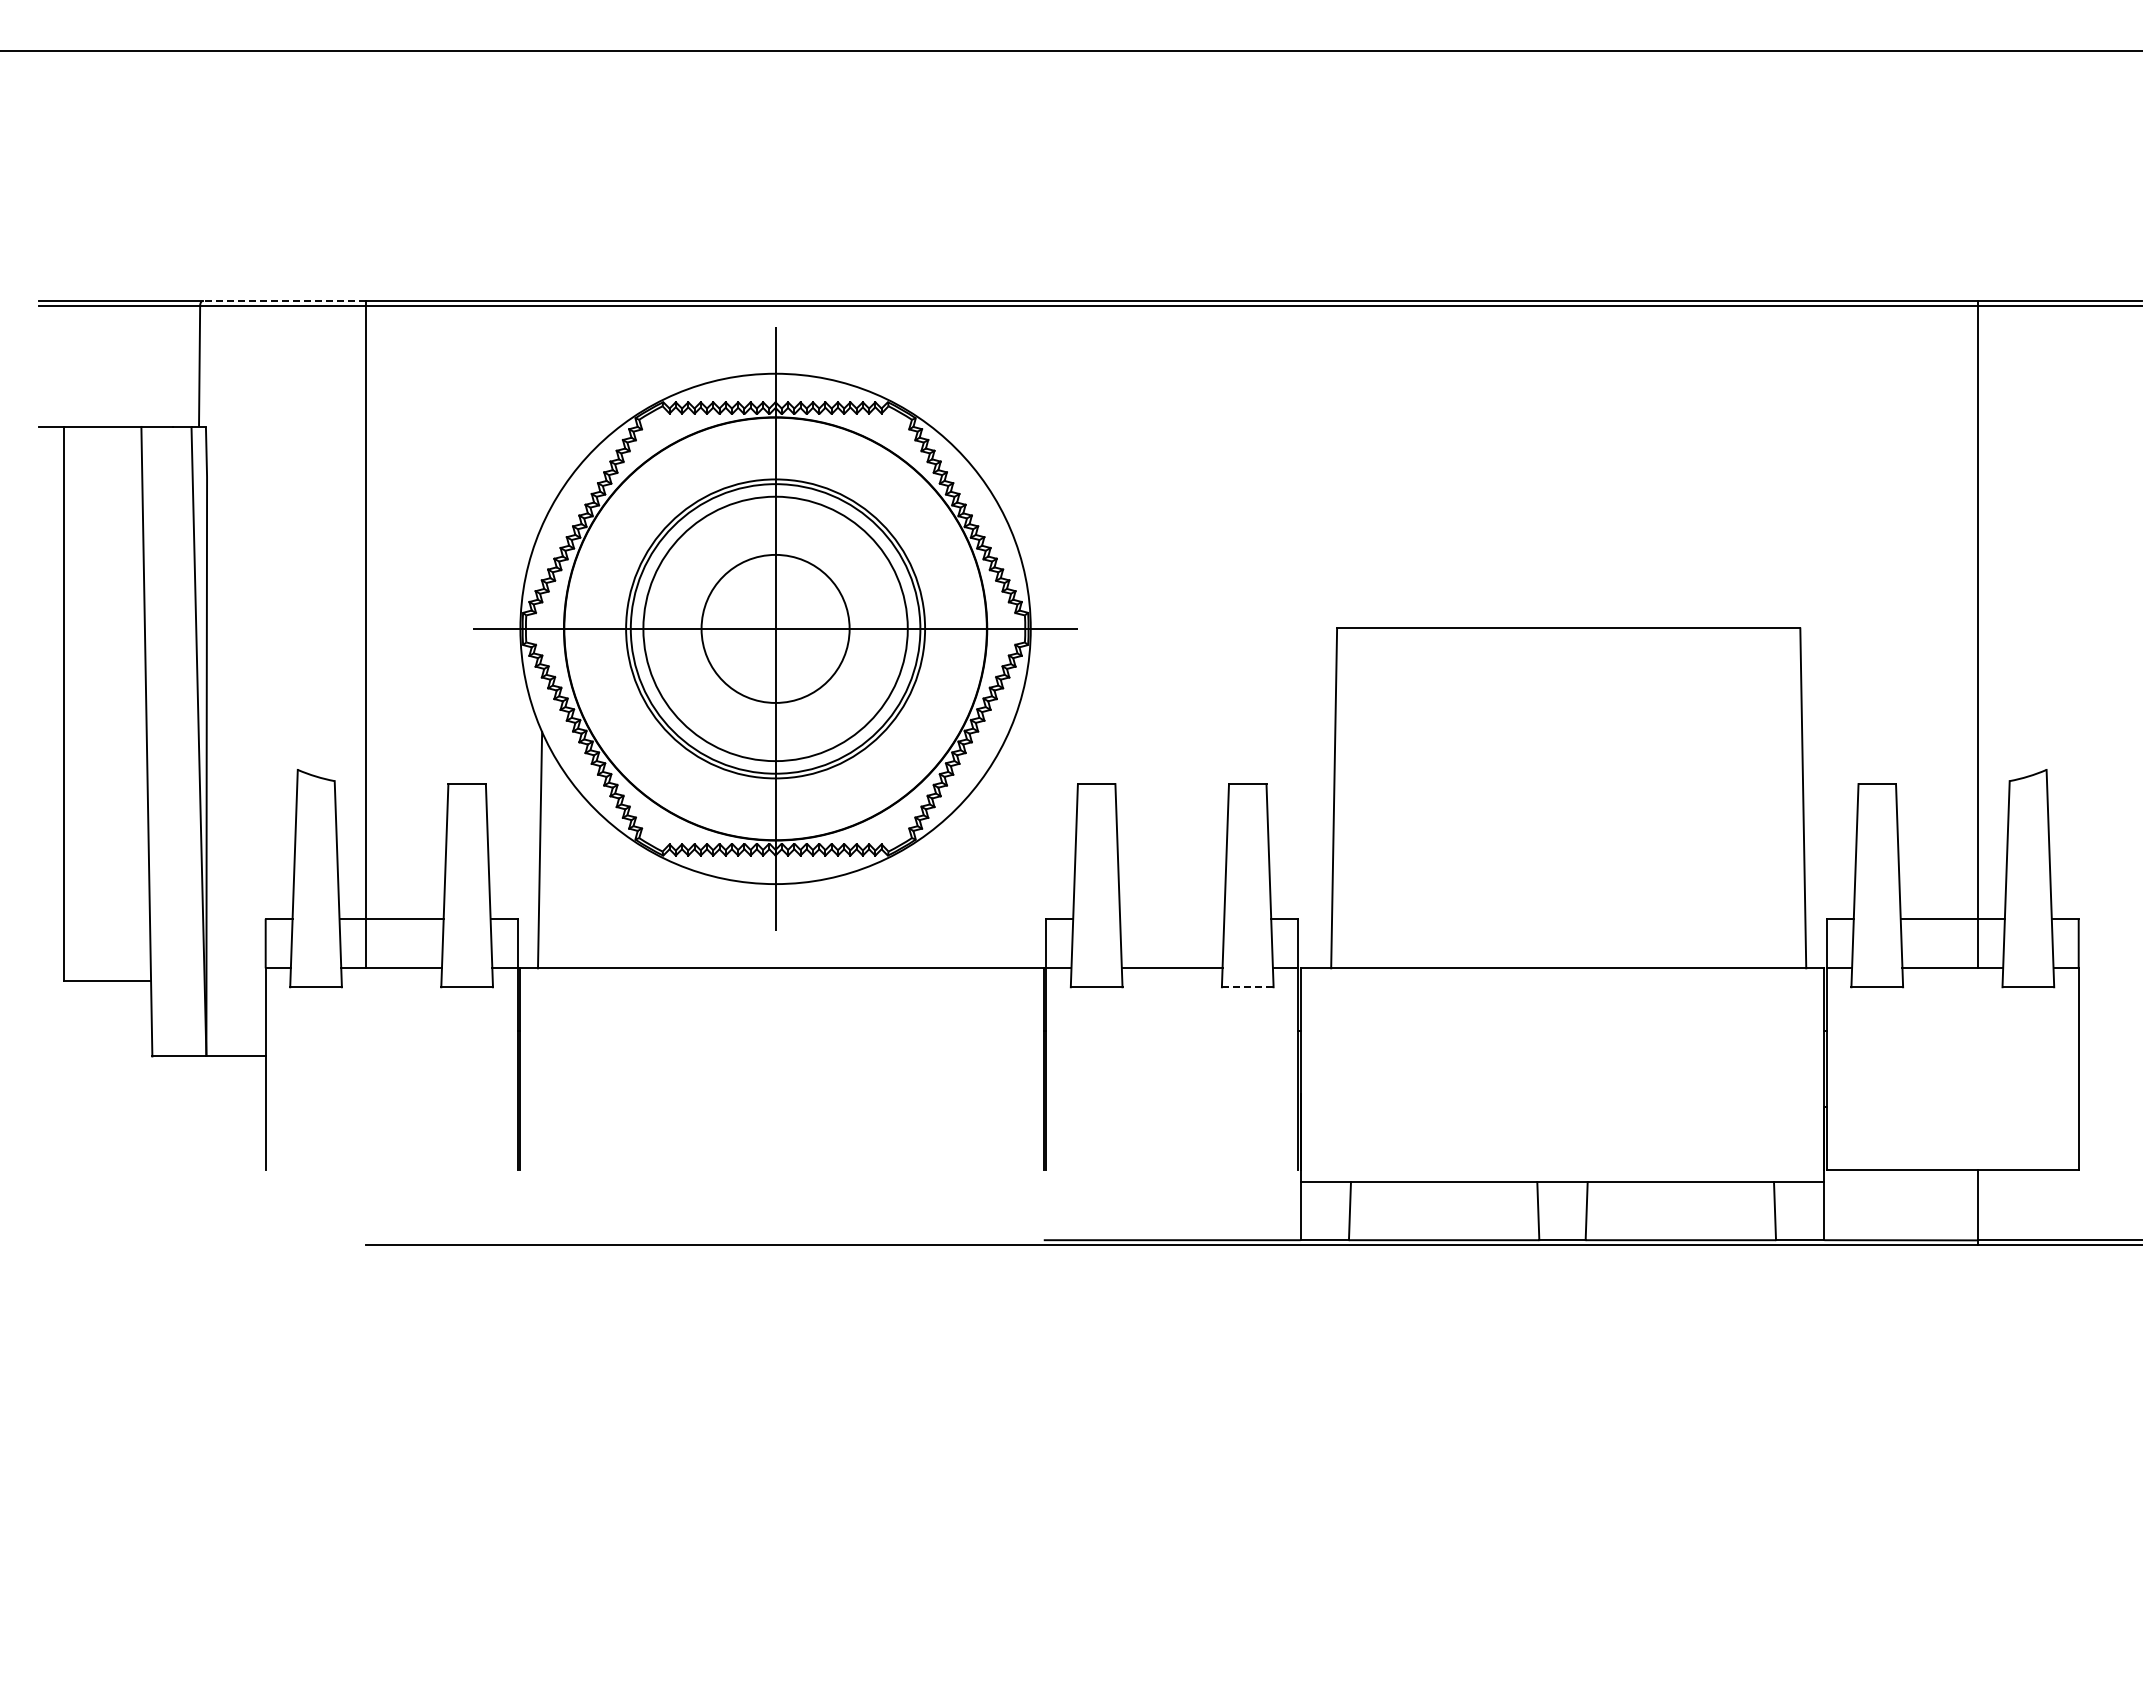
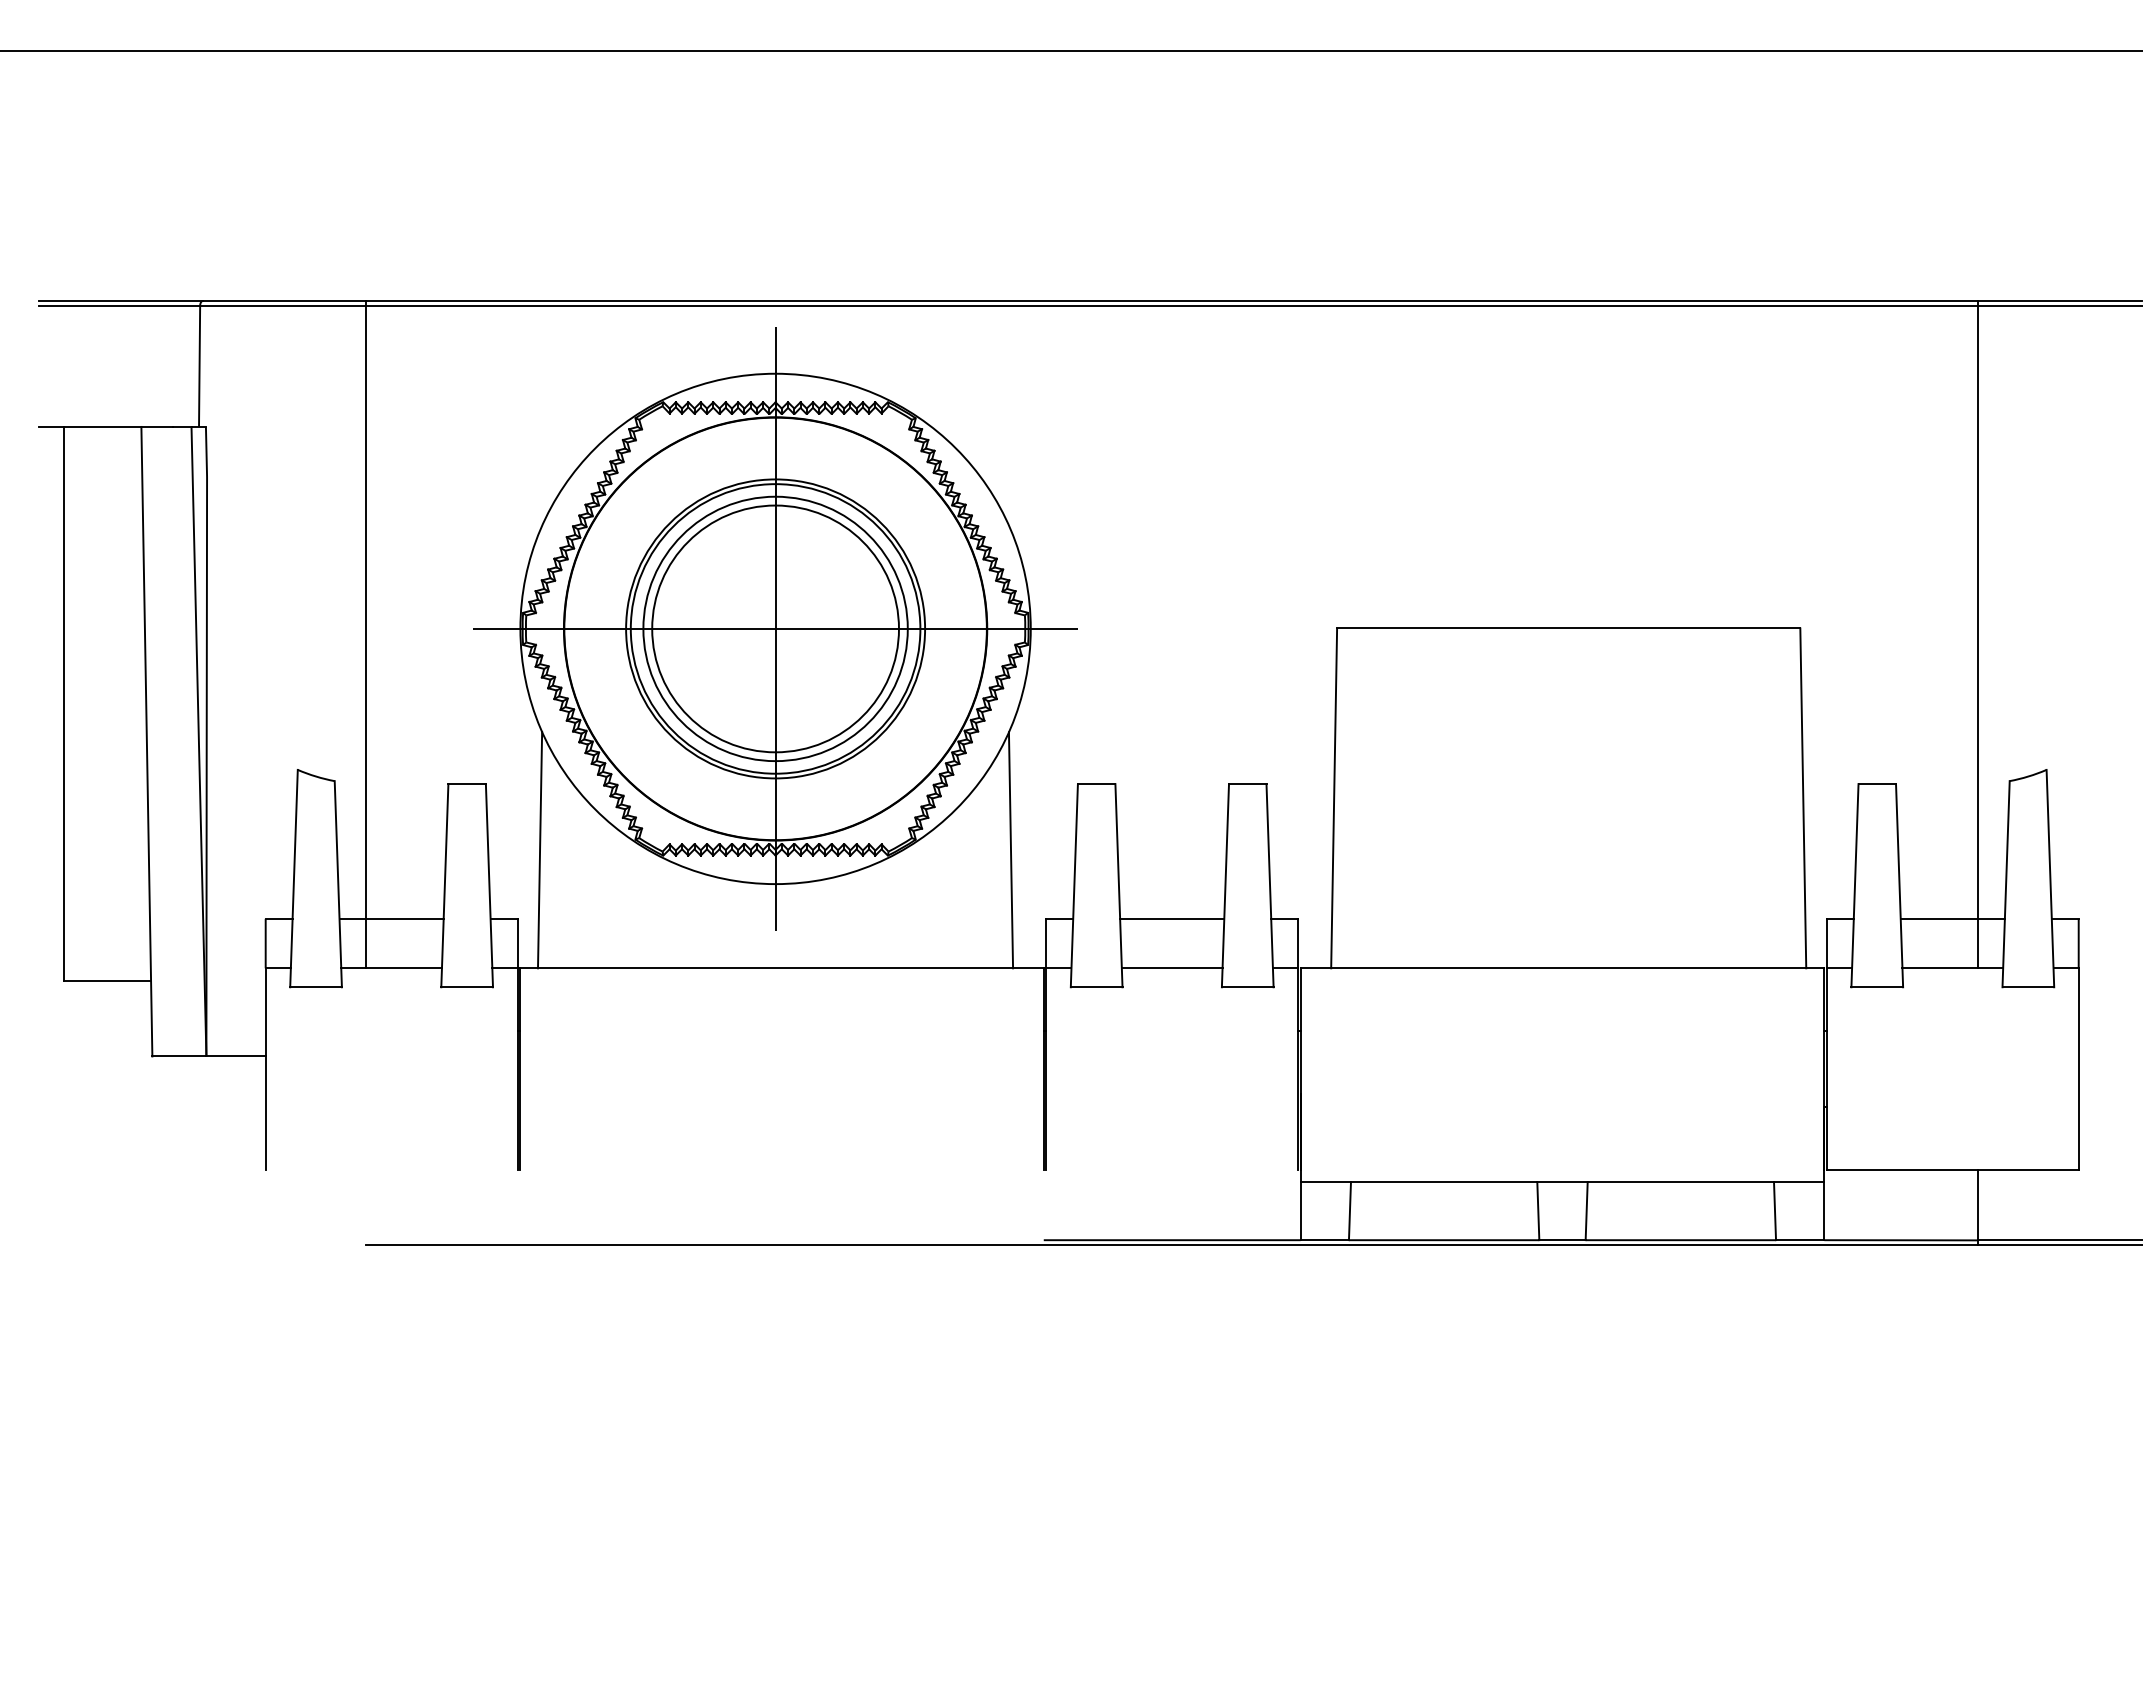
line at (284, 301): dashed -> solid
circle at (775, 628) diameter: 148 px -> 247 px
line at (1010, 850): none -> present
line at (1172, 918): none -> present
line at (1247, 987): dashed -> solid
